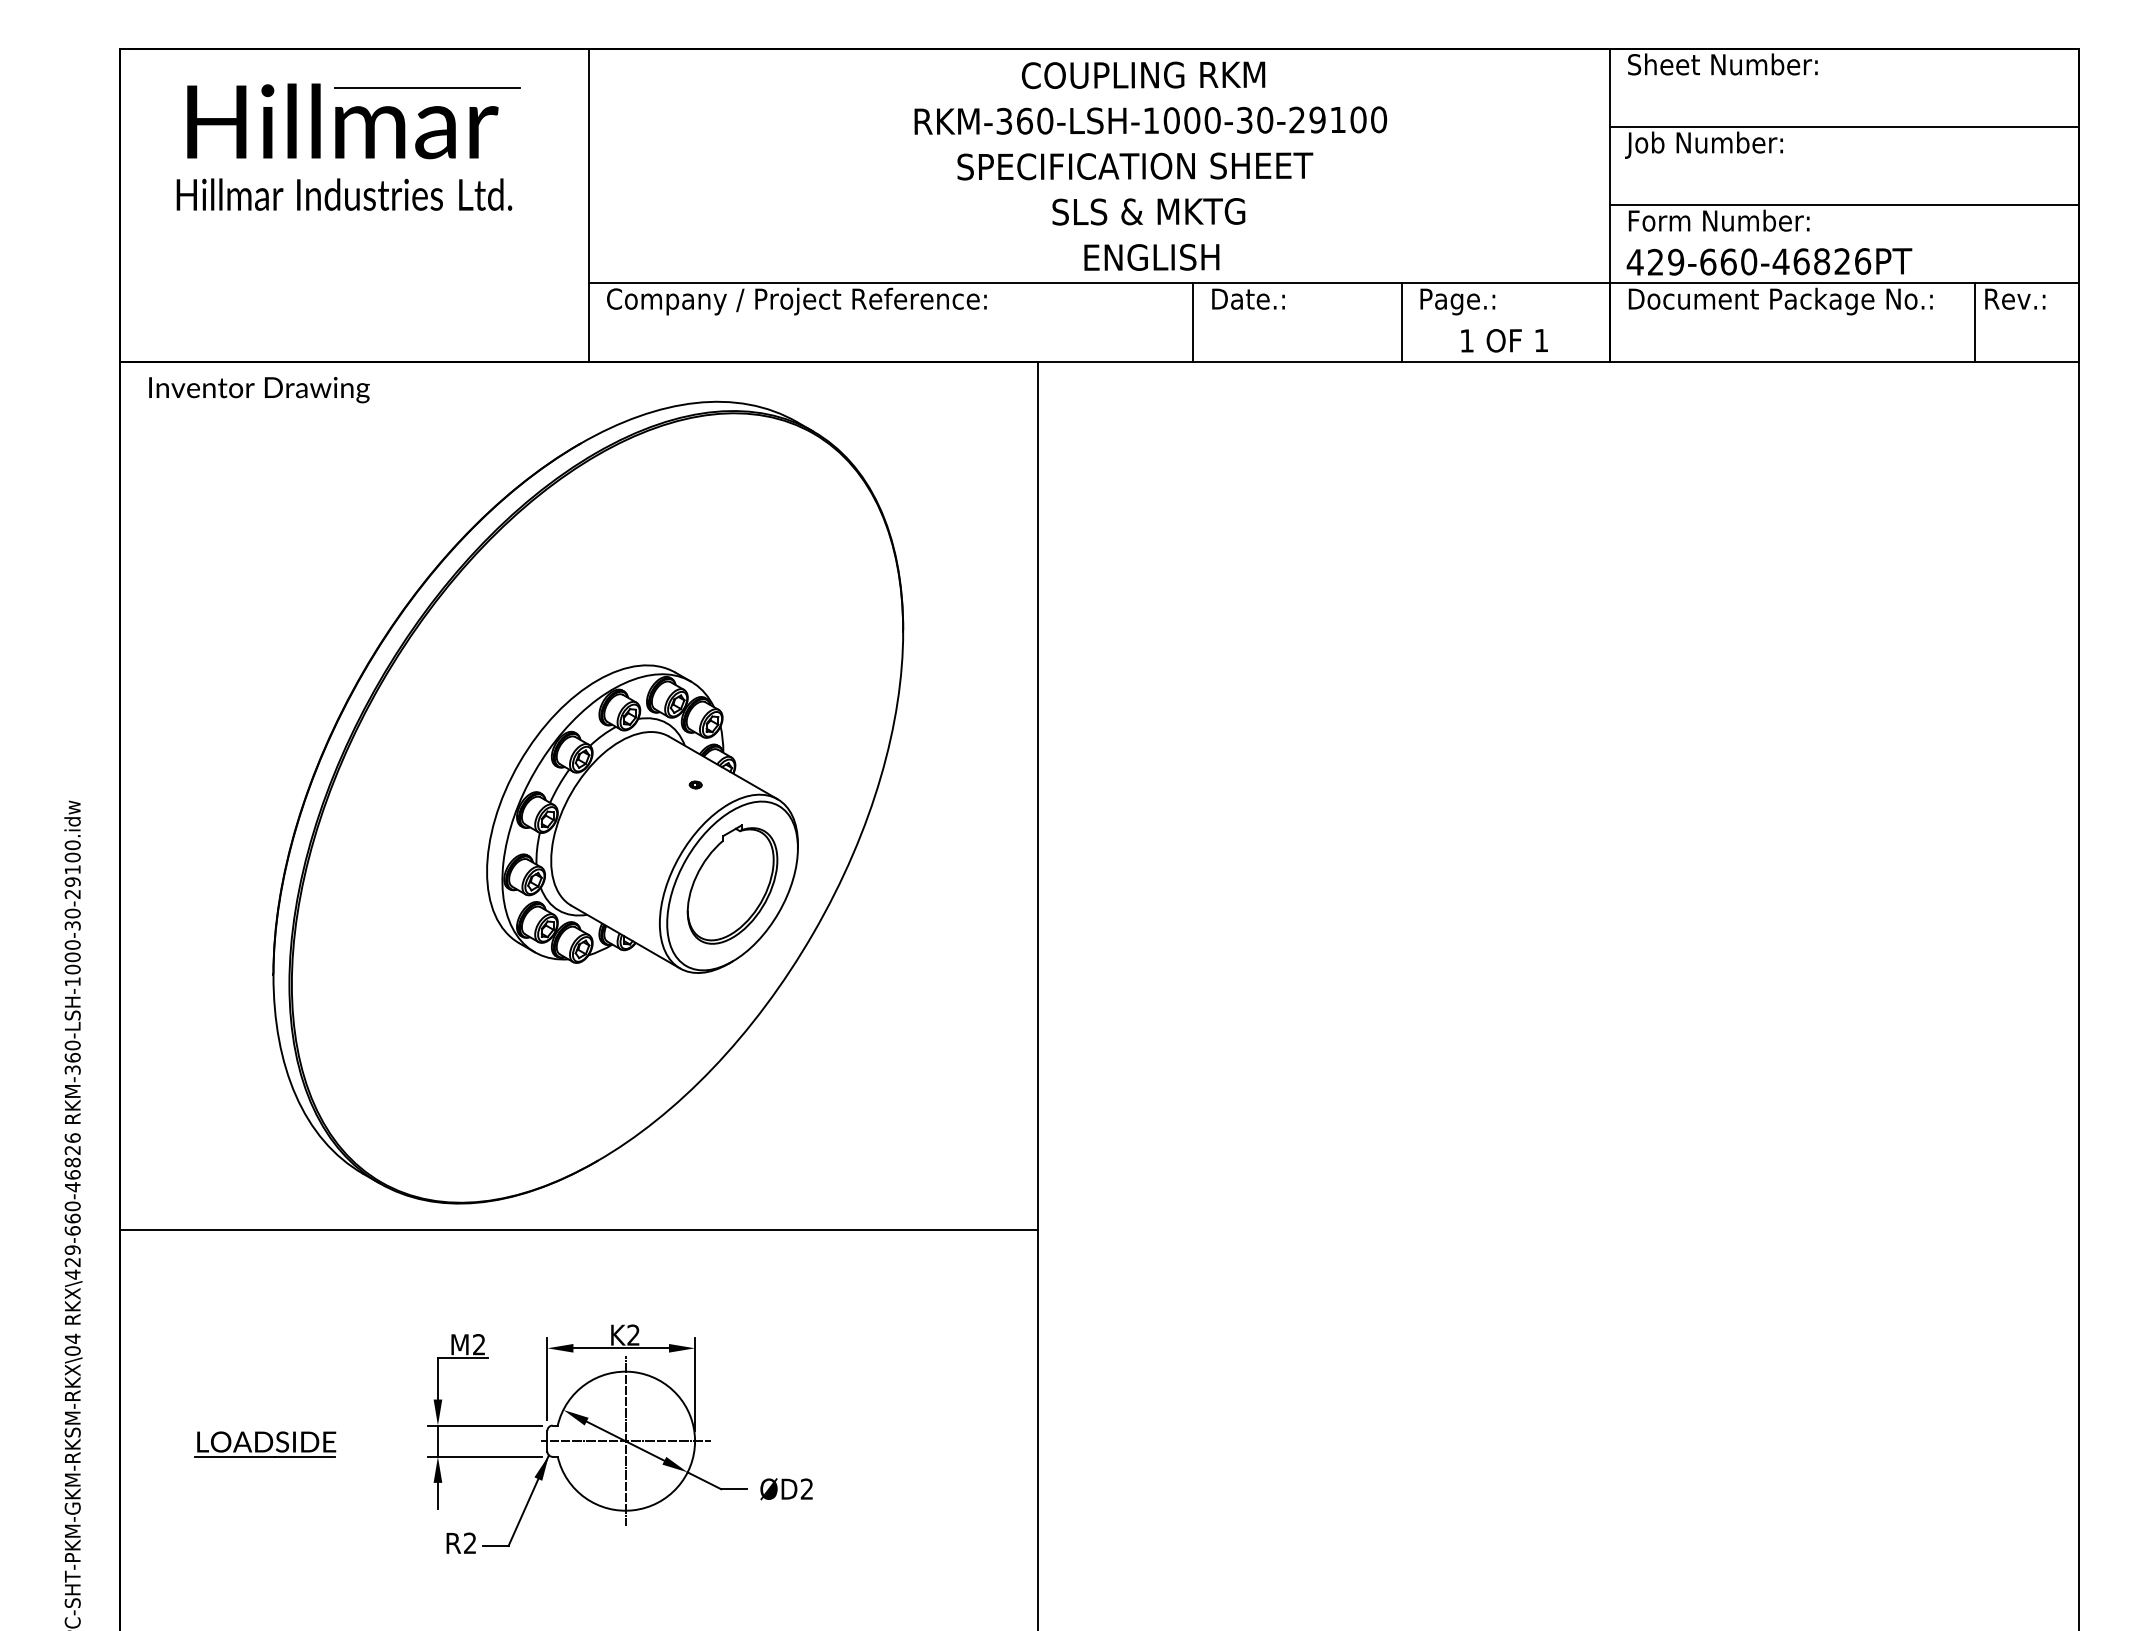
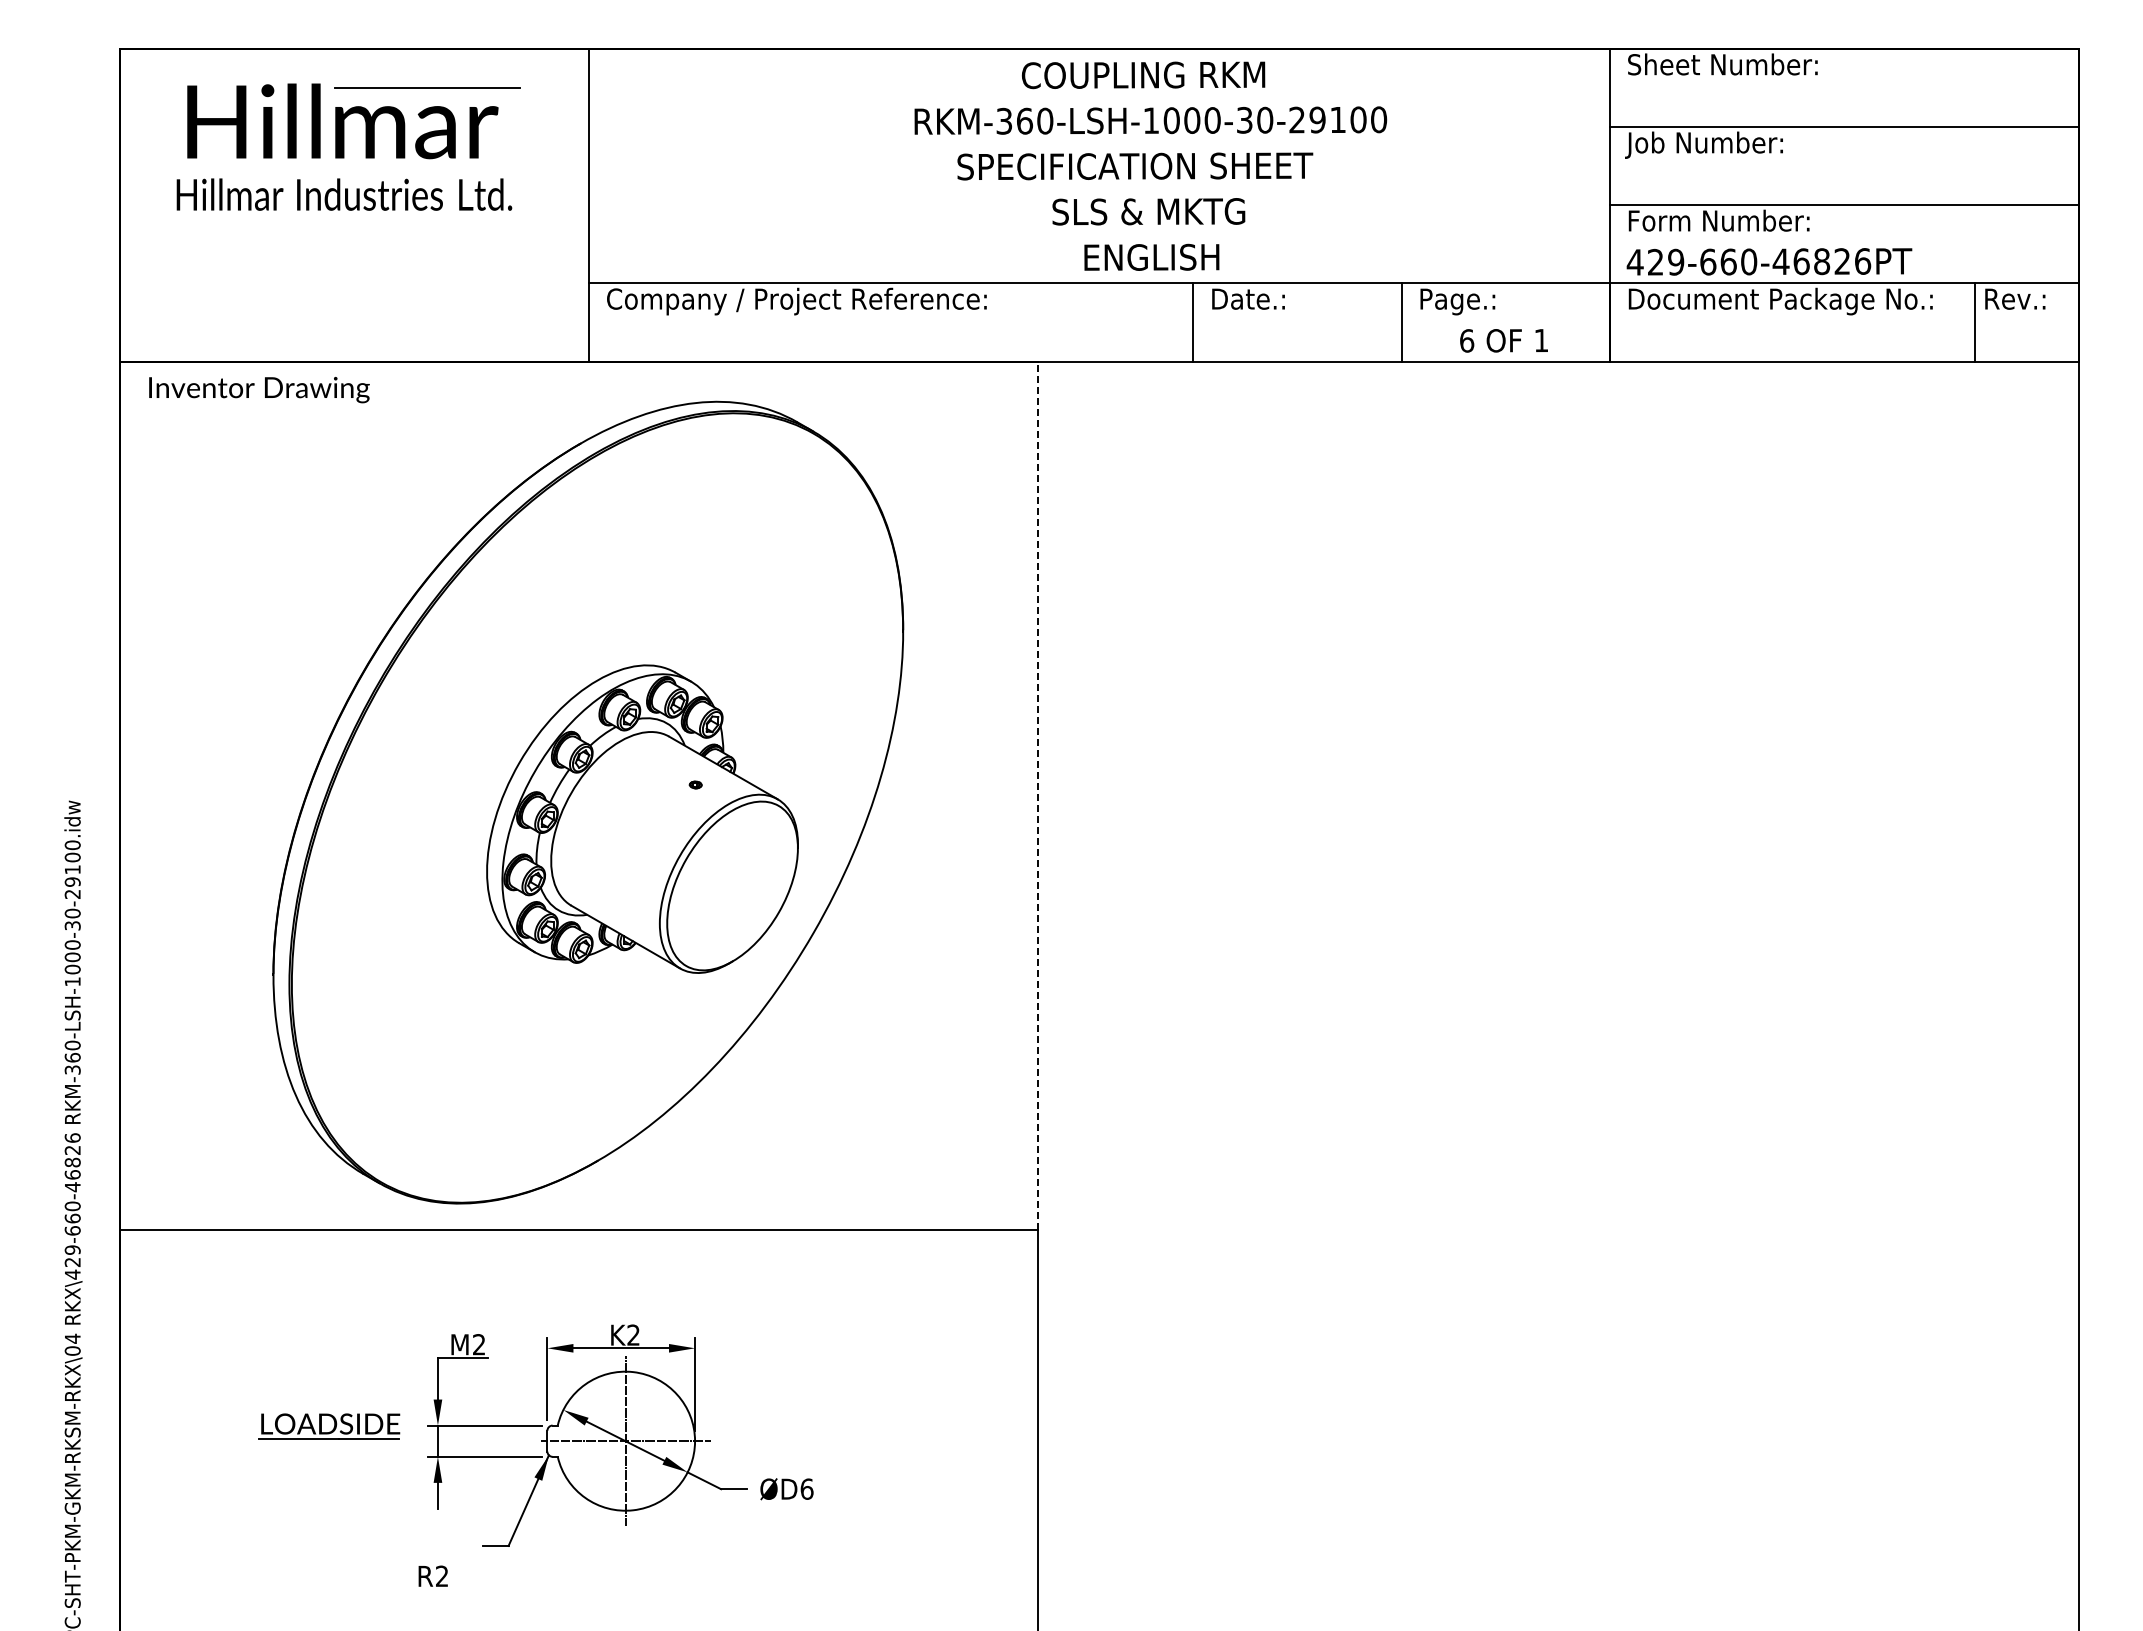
text at (1467, 340): 1 -> 6
line at (1037, 795): solid -> dashed
part at (732, 884): present -> none
part at (265, 1444) position: (265, 1444) -> (329, 1426)
text at (806, 1488): ØD2 -> ØD6
text at (460, 1542) position: (460, 1542) -> (432, 1575)
